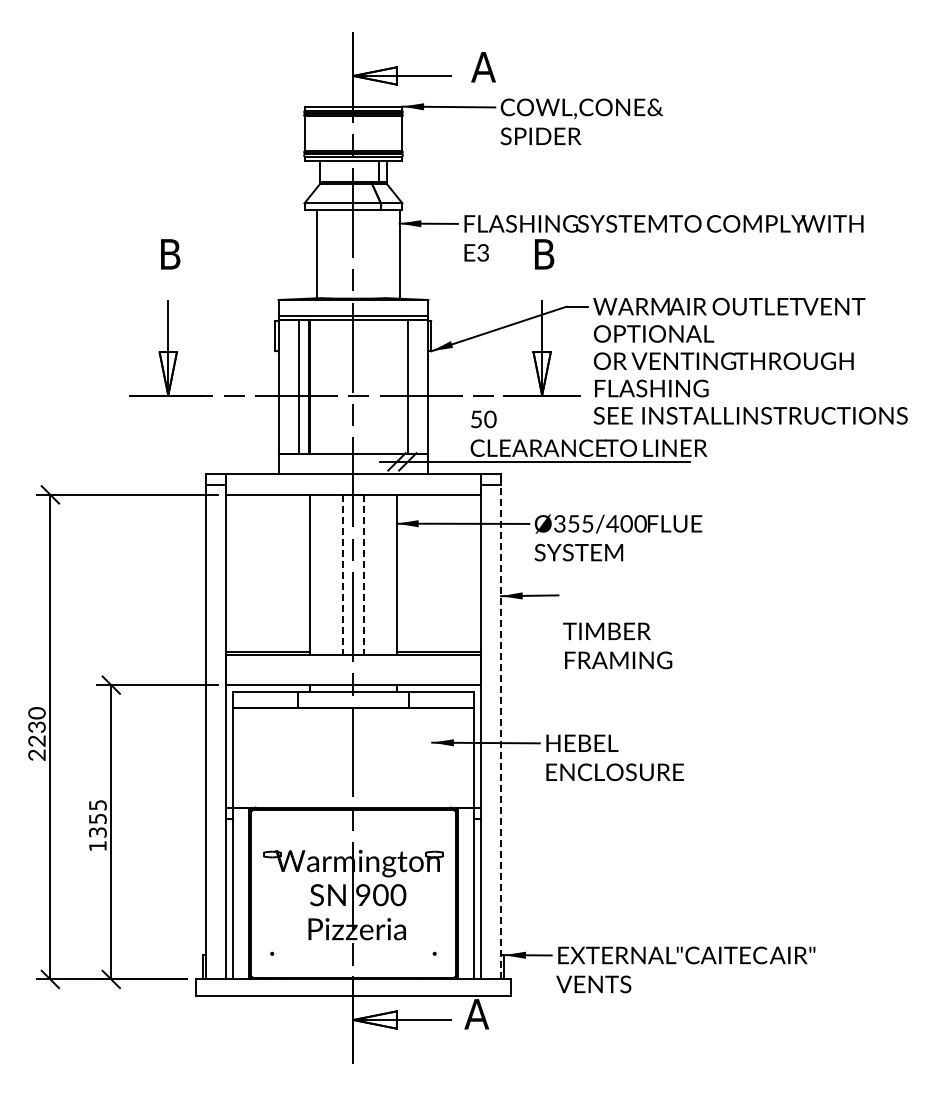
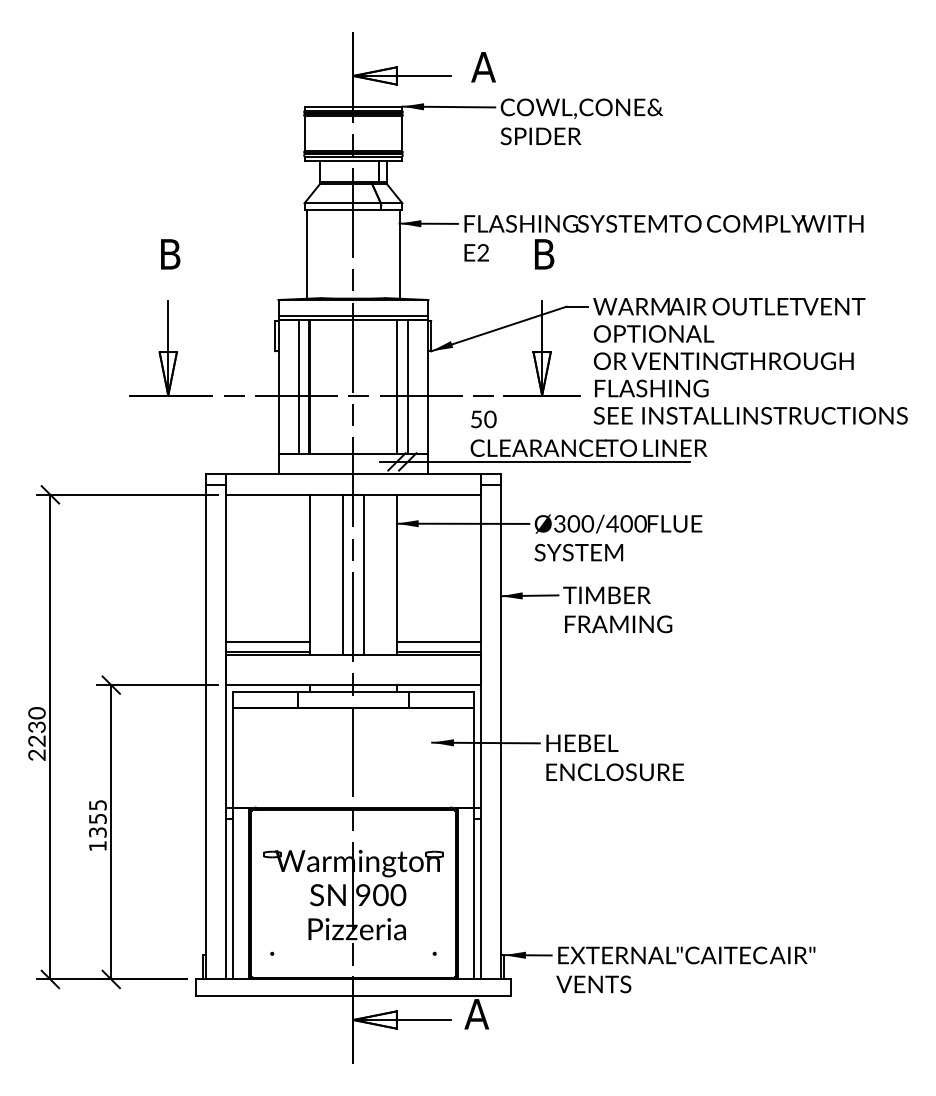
line at (317, 253) position: (317, 253) -> (307, 253)
text at (482, 255): E3 -> E2
line at (396, 387): none -> present
text at (580, 523): Ø355/400 -> Ø300/400
line at (343, 574): dashed -> solid
line at (363, 574): dashed -> solid
line at (268, 641): none -> present
line at (438, 641): none -> present
text at (617, 645) position: (617, 645) -> (617, 609)
line at (500, 731): dashed -> solid
